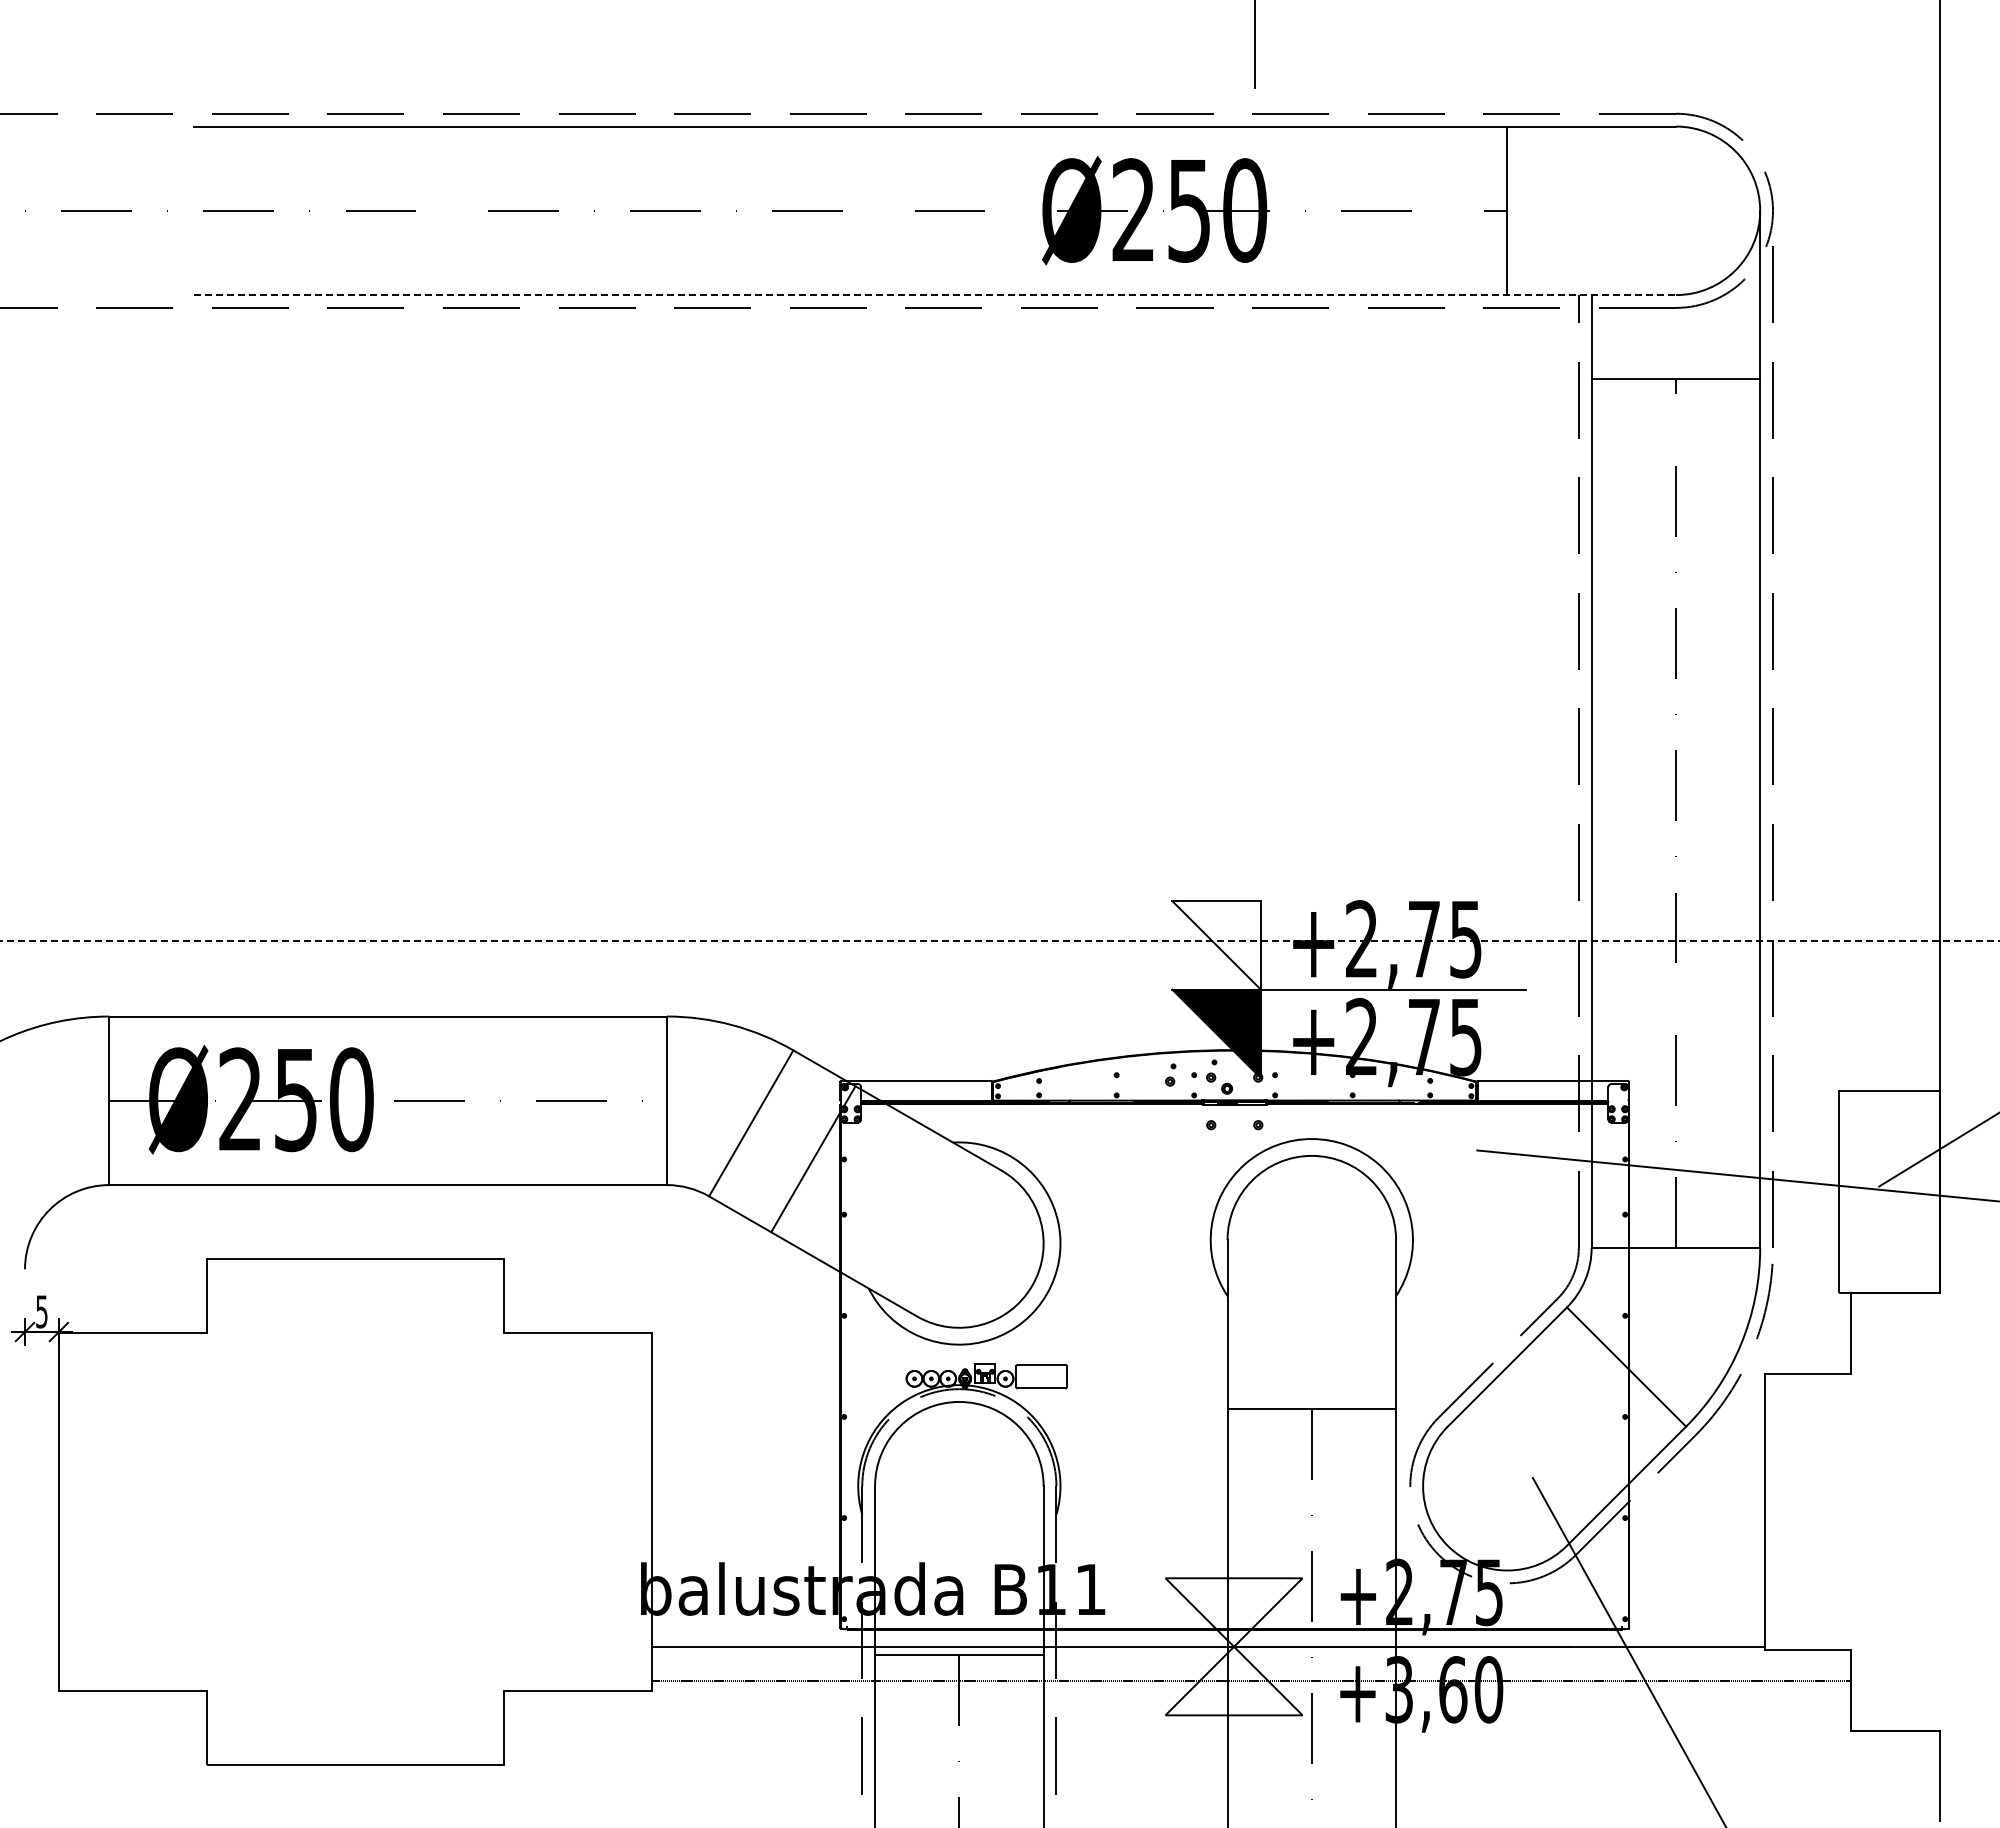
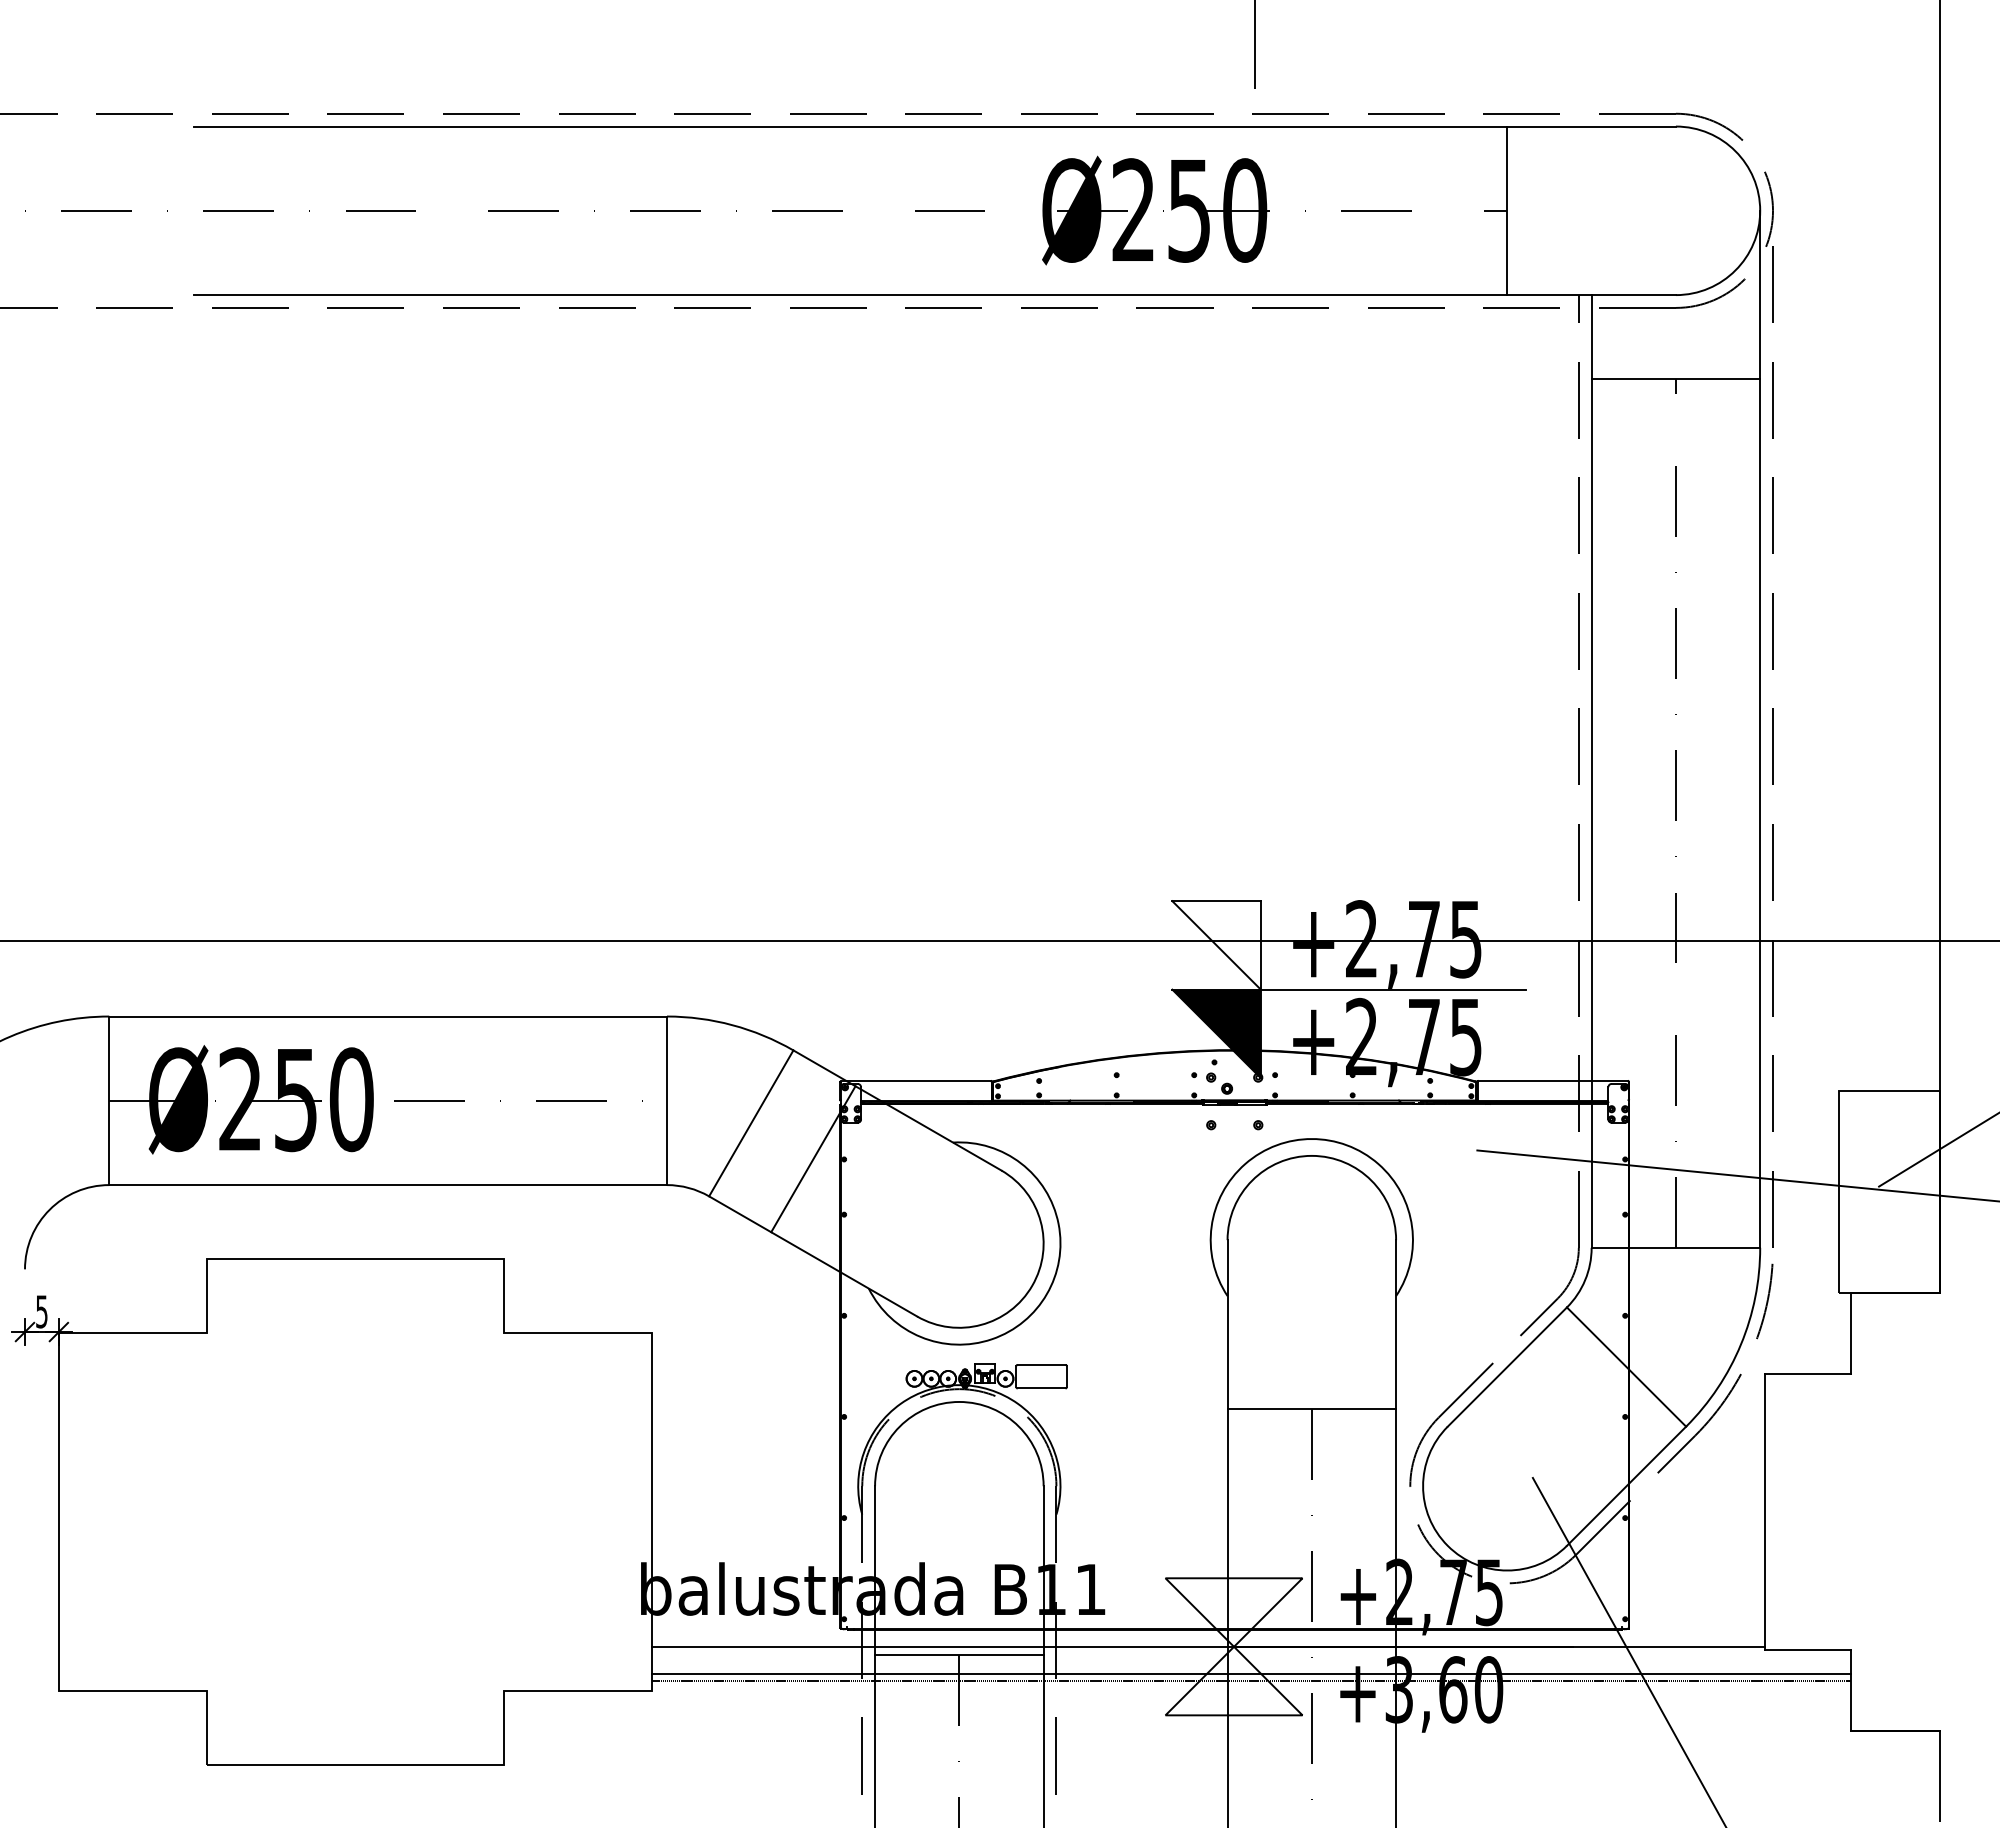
line at (934, 295): dashed -> solid
line at (999, 940): dashed -> solid
part at (1170, 1074): present -> none
line at (1251, 1673): none -> present
